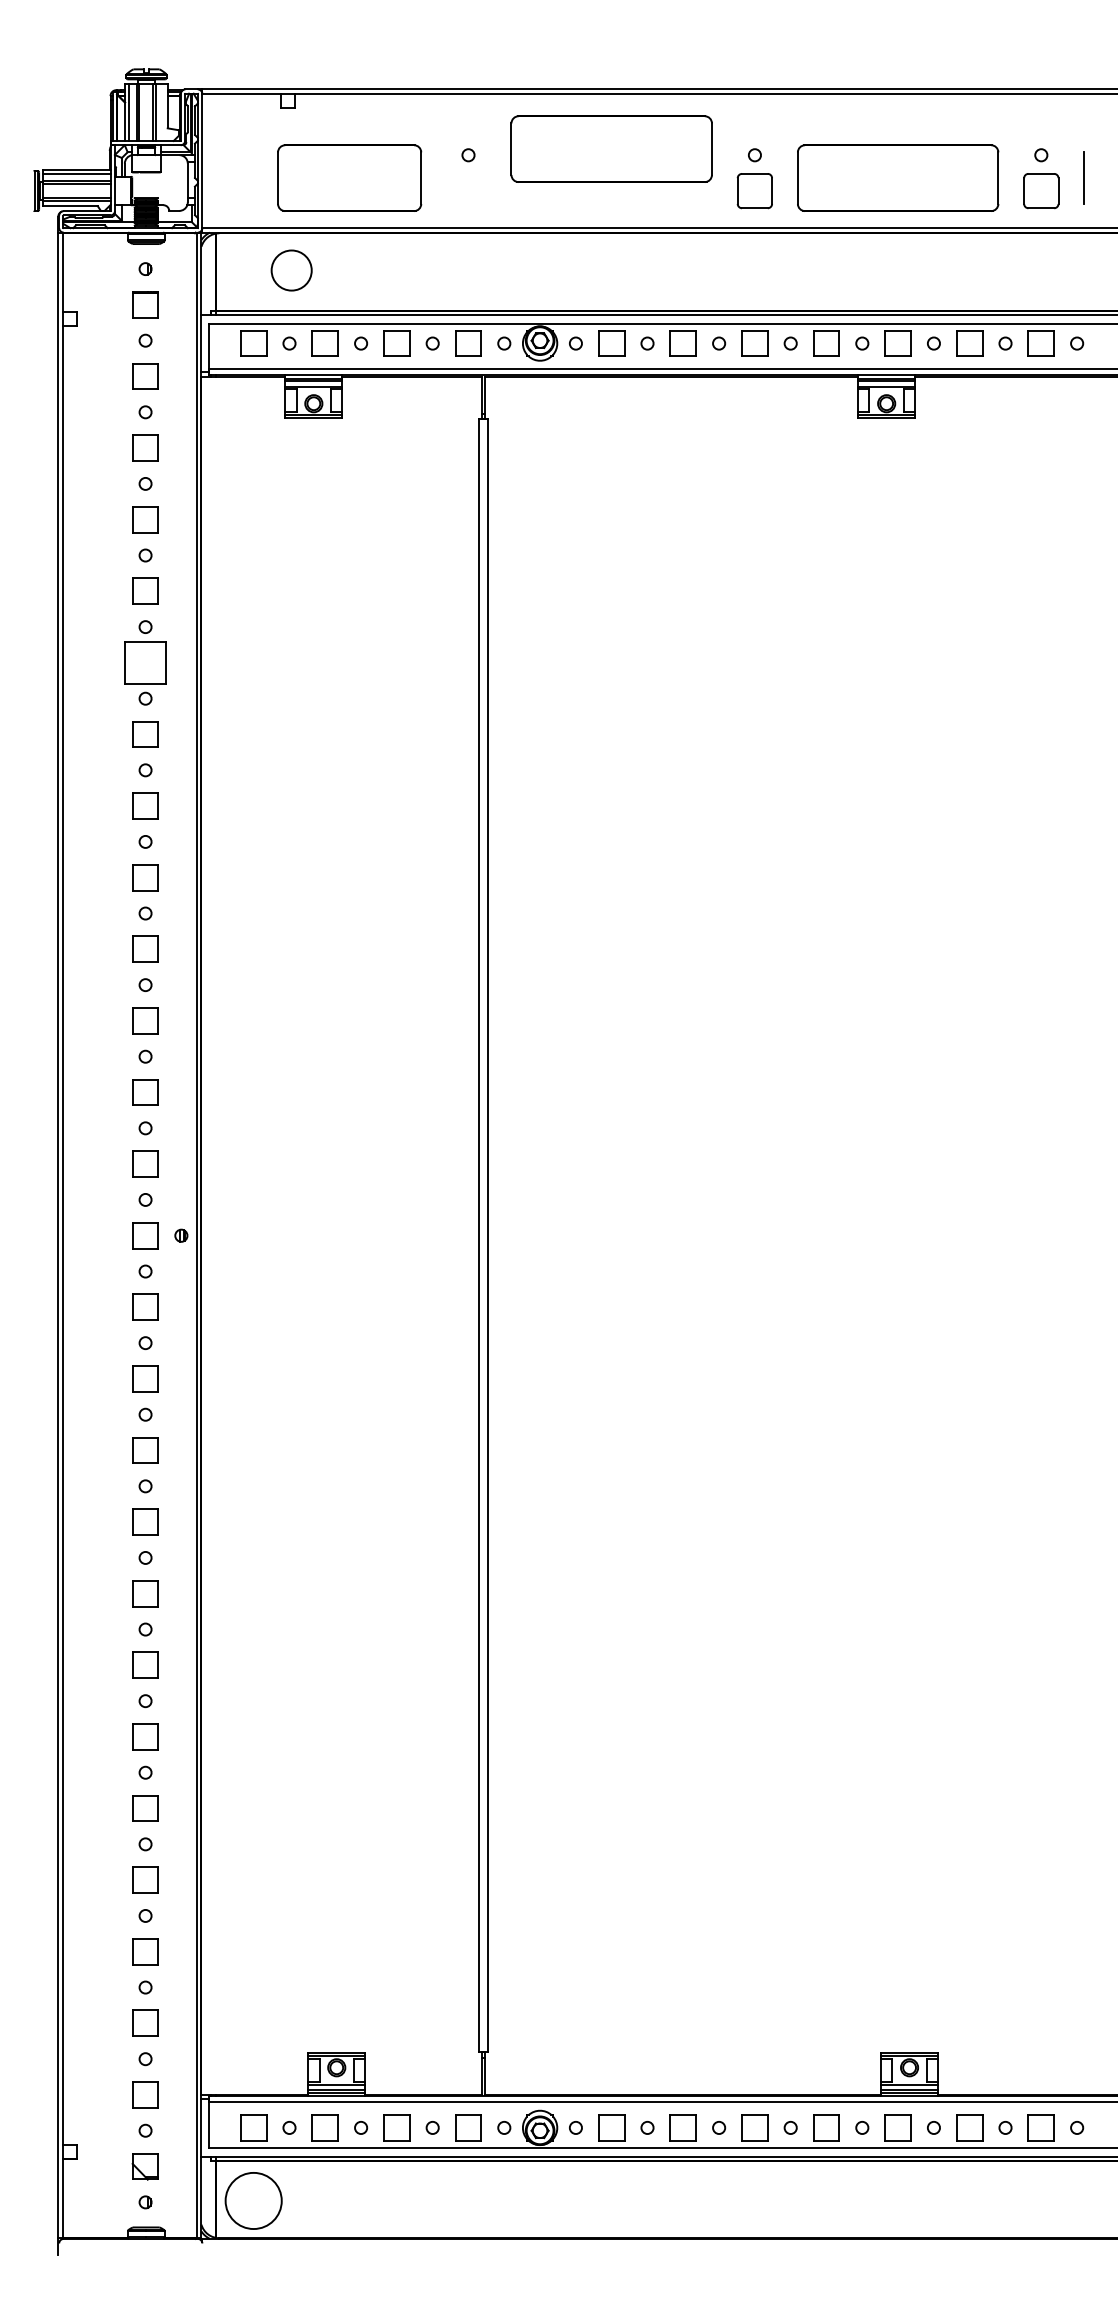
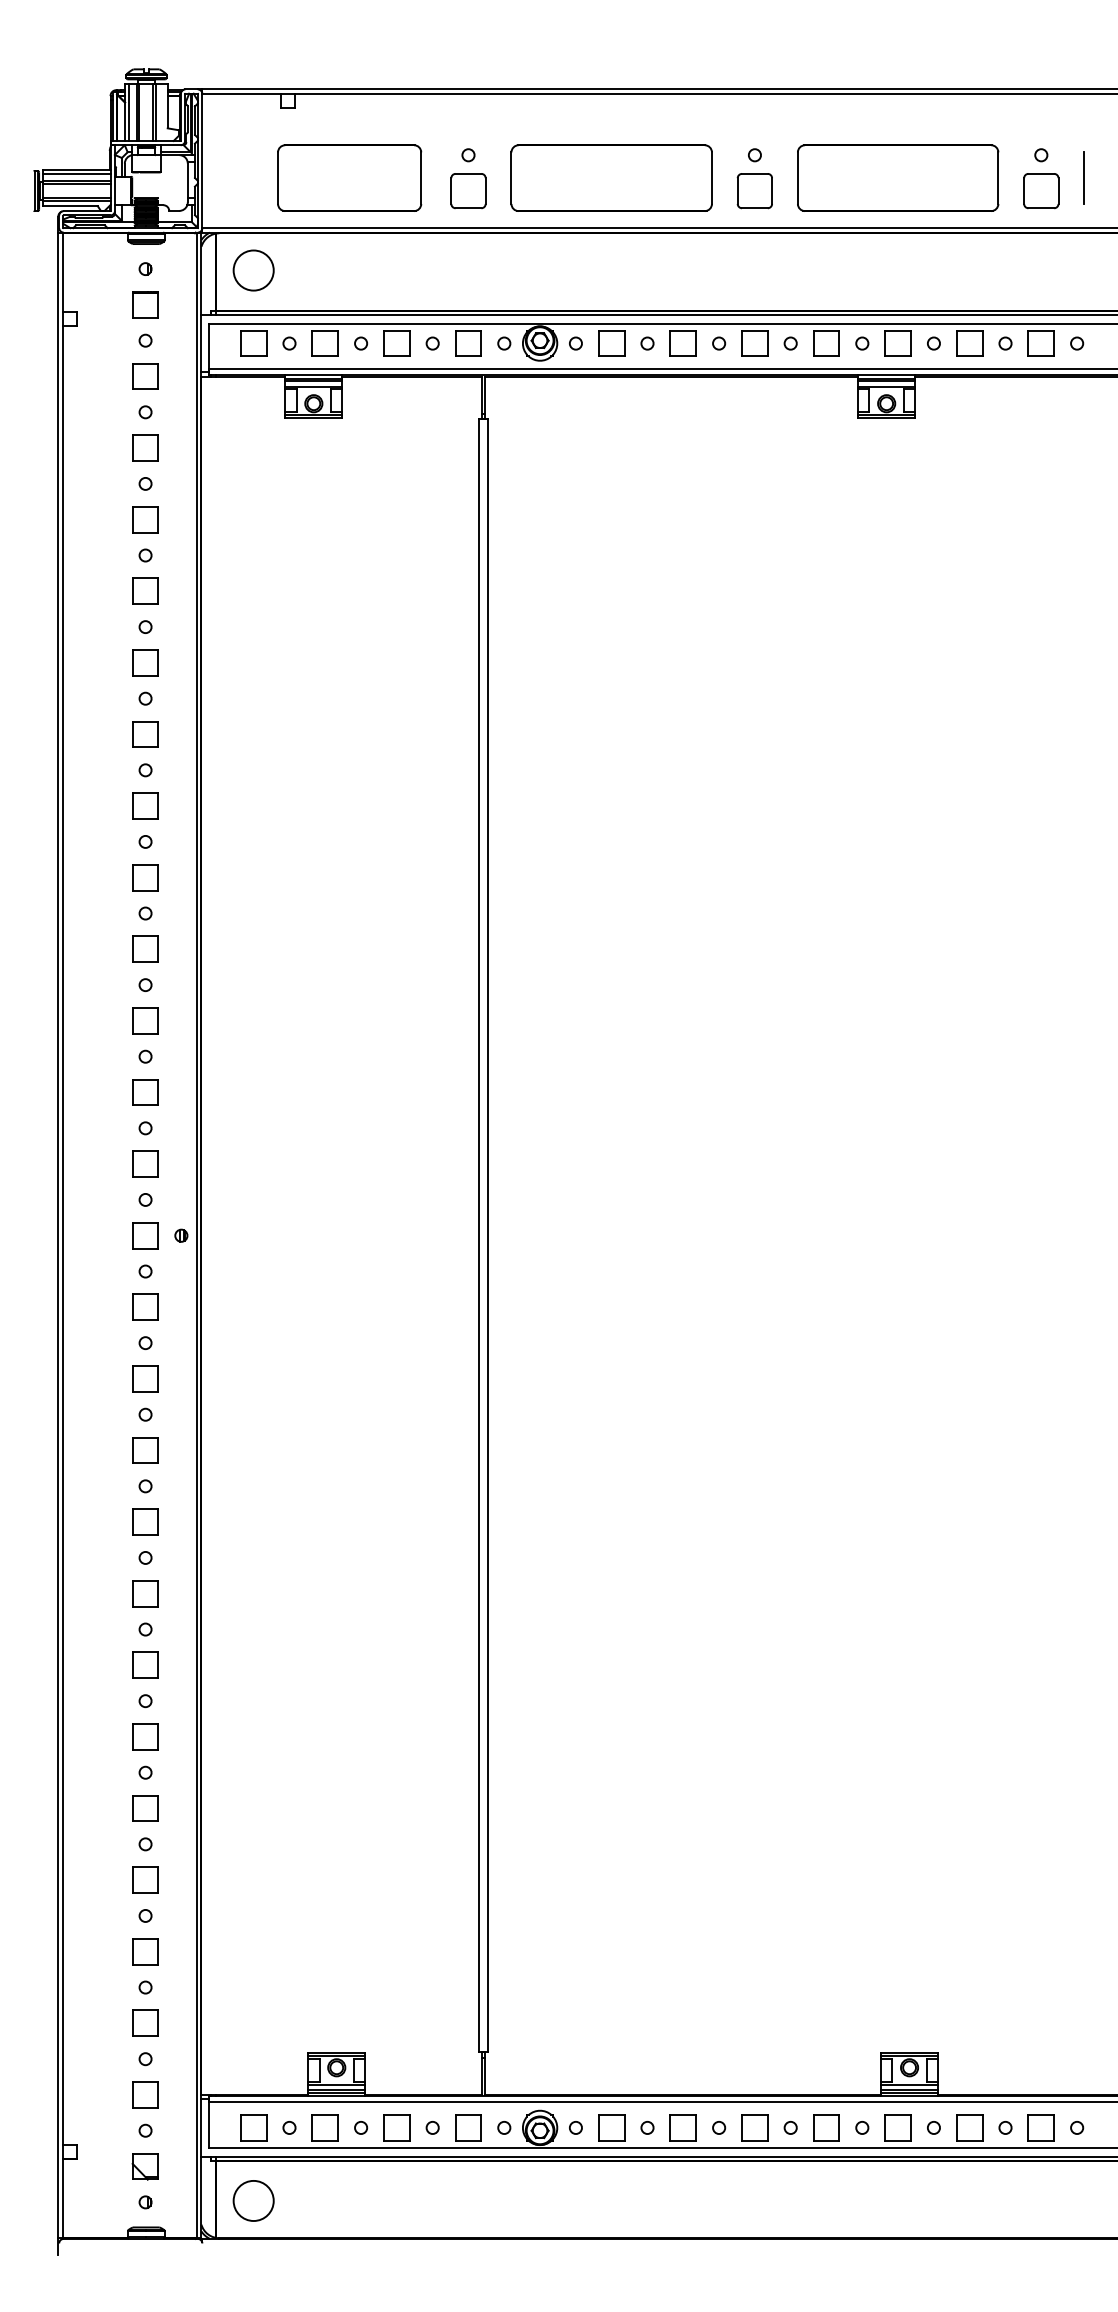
part at (611, 148) position: (611, 148) -> (611, 177)
part at (468, 190): none -> present
circle at (291, 270) position: (291, 270) -> (253, 270)
part at (145, 662) size: 43x44 px -> 27x28 px
circle at (253, 2200) diameter: 56 px -> 40 px
